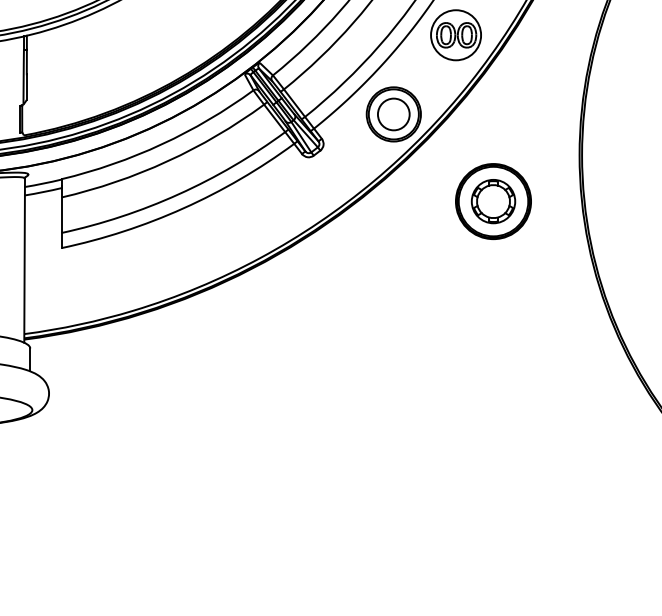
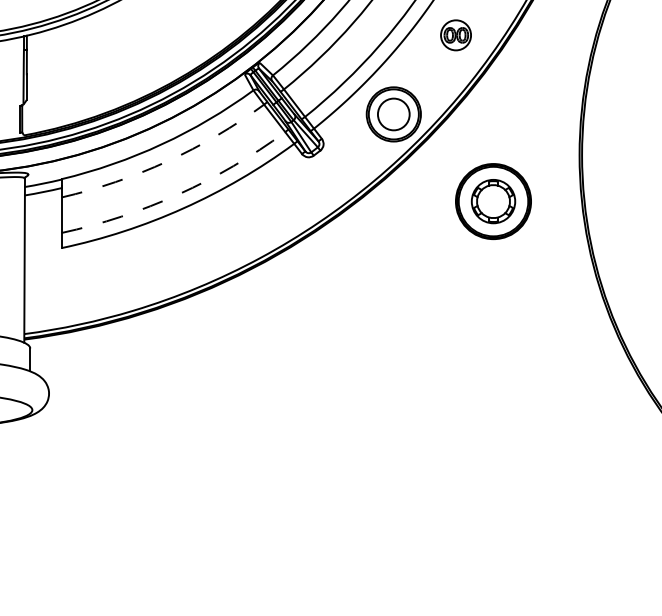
part at (455, 35) size: 52x53 px -> 32x33 px
arc at (167, 161): solid -> dashed
arc at (178, 194): solid -> dashed
